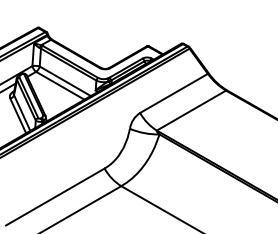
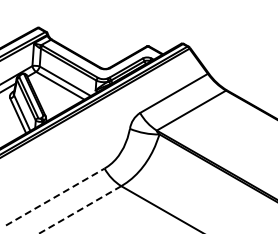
line at (55, 197): solid -> dashed
line at (79, 210): solid -> dashed
